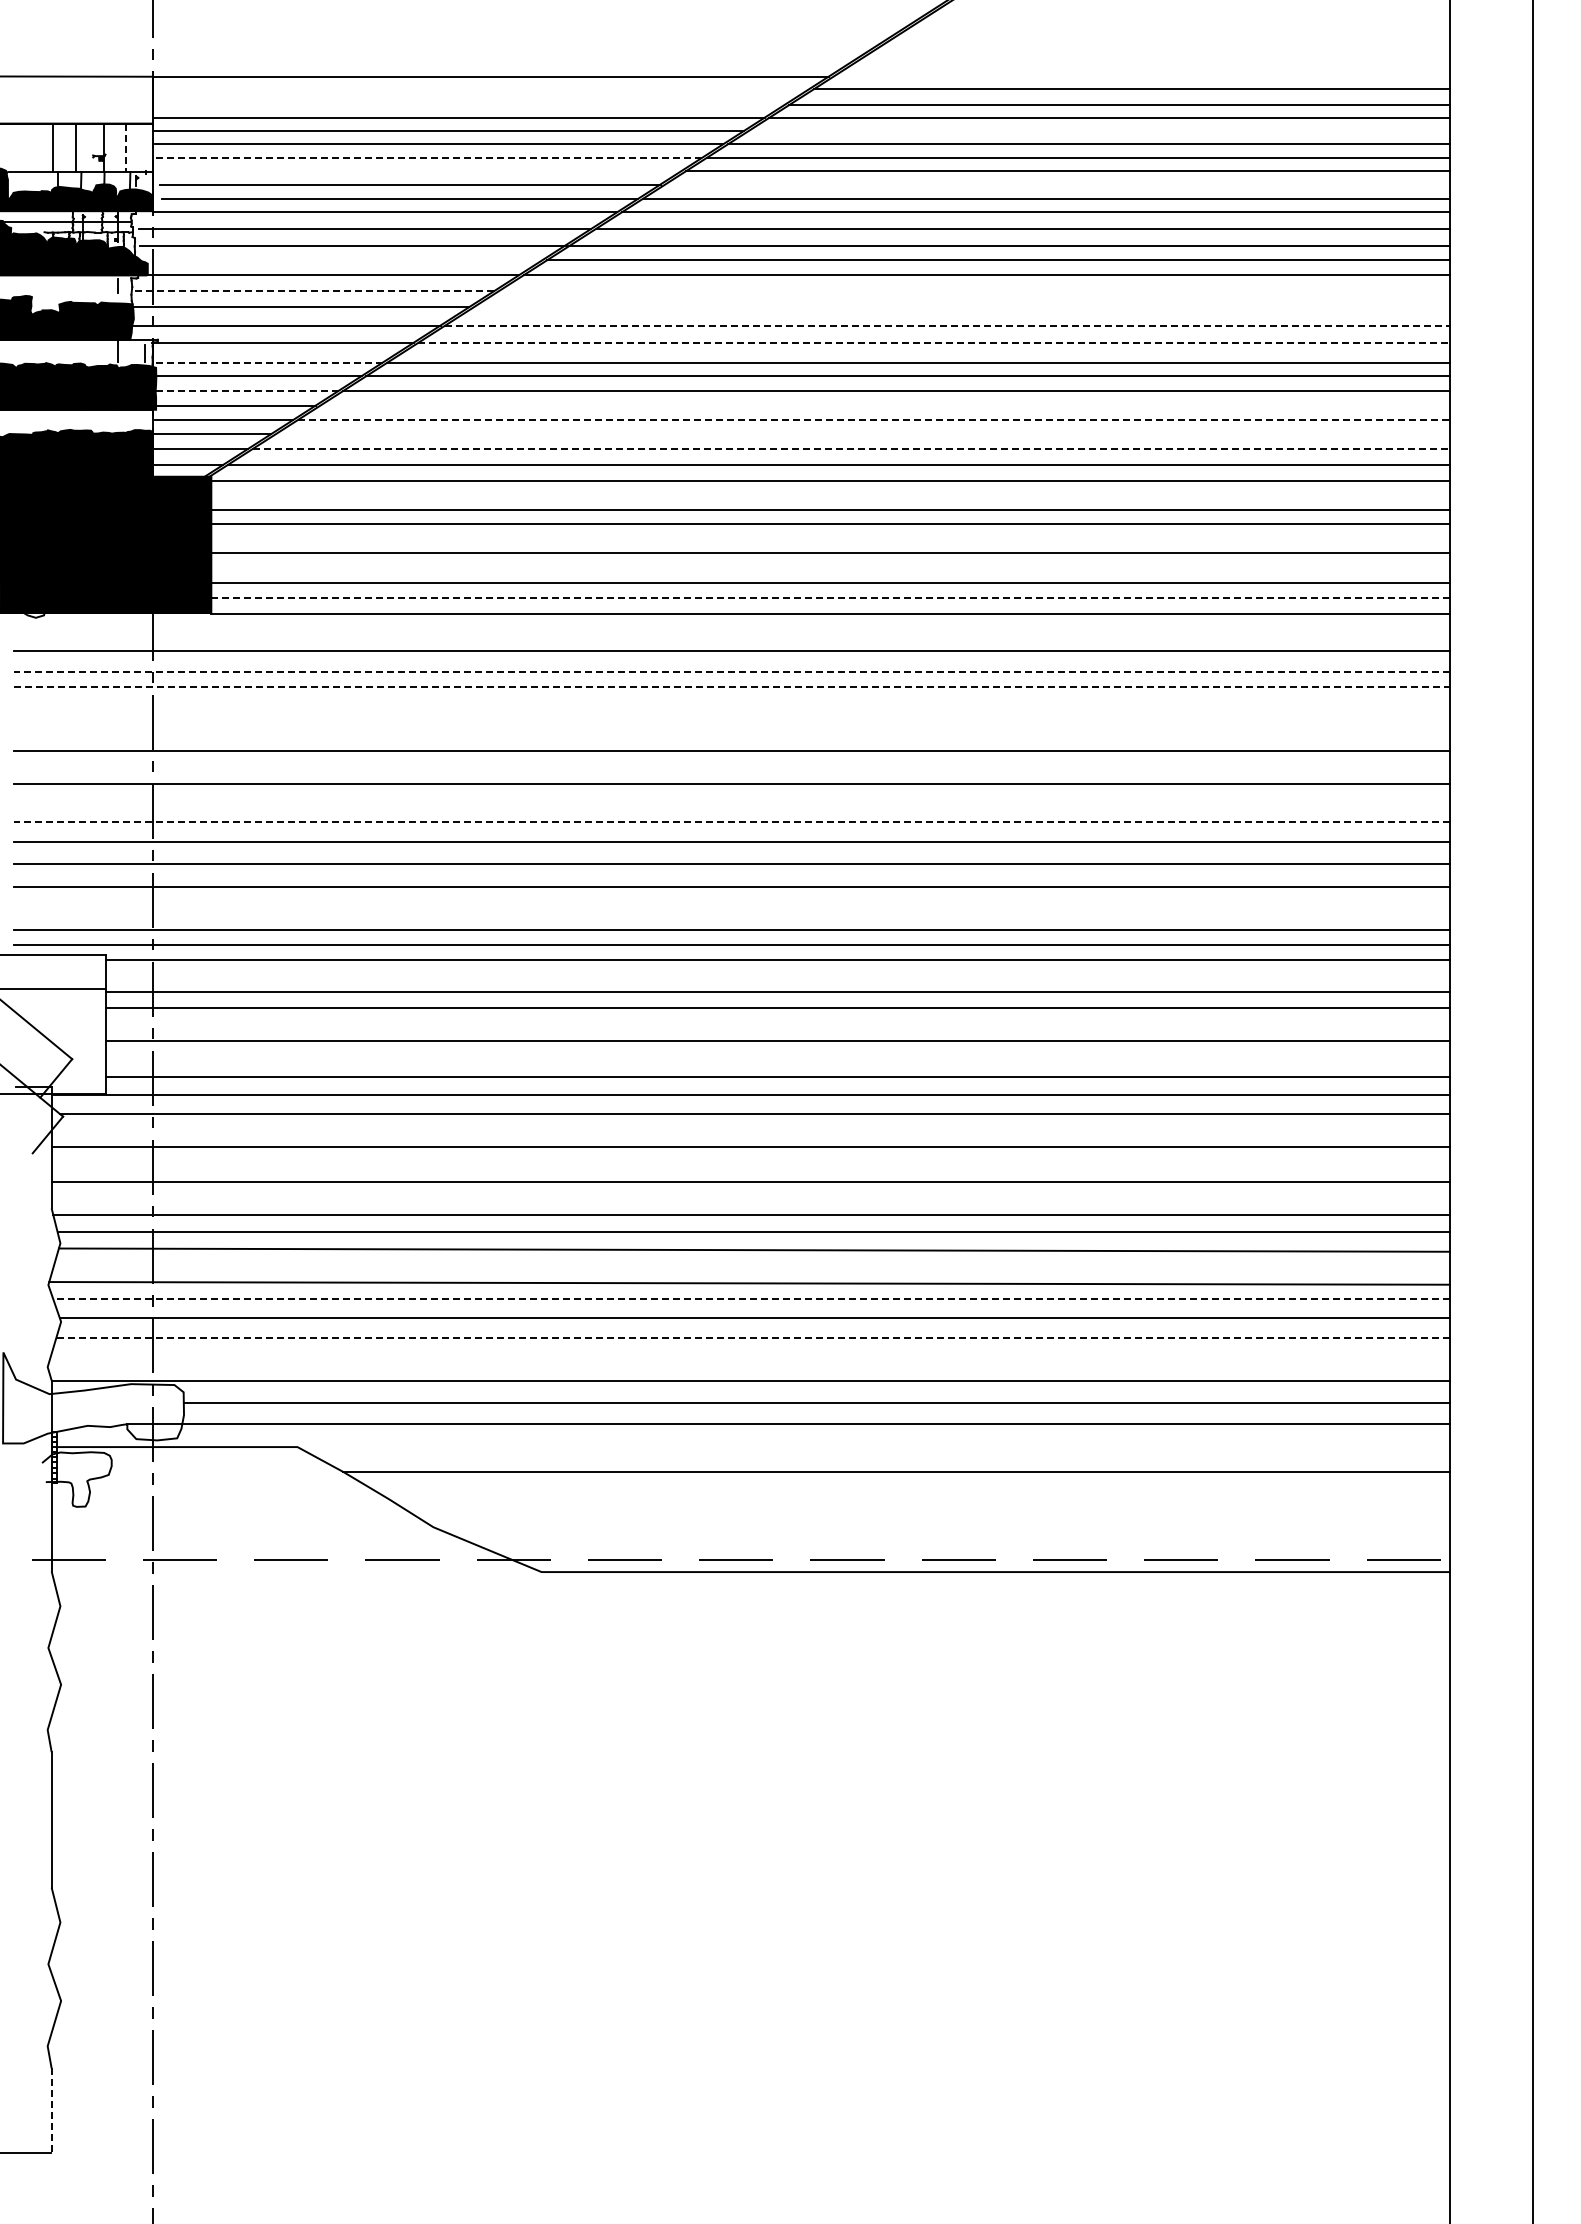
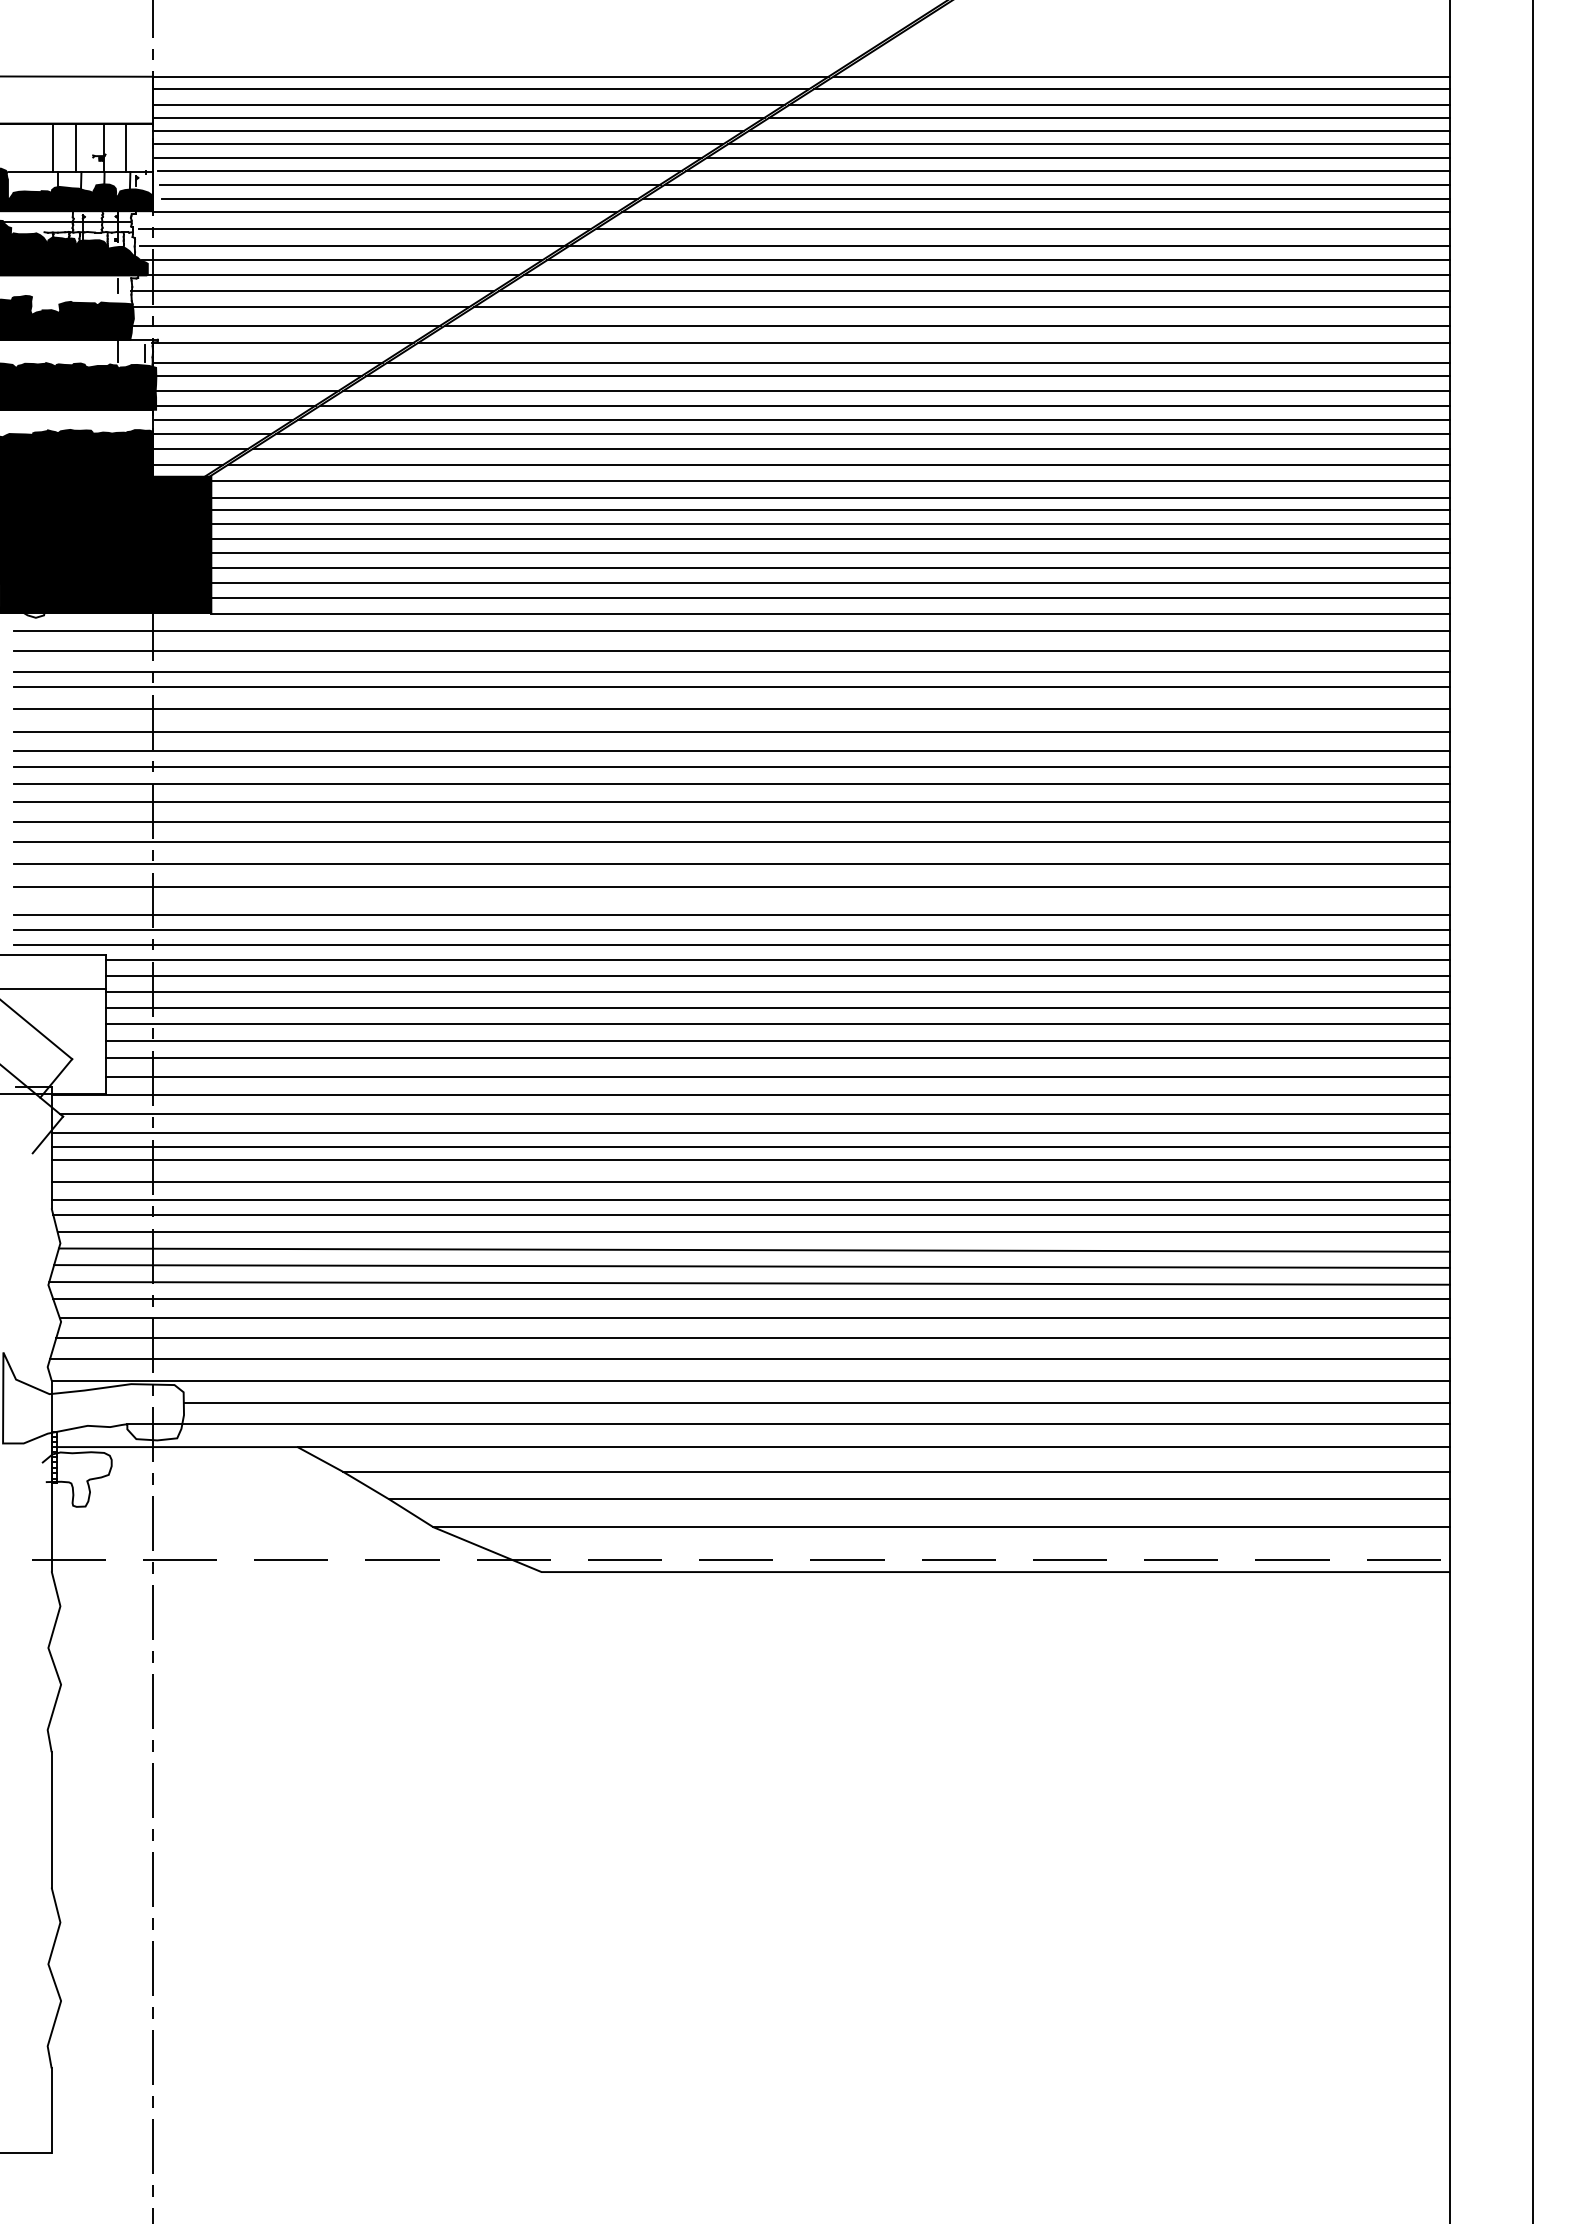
line at (1142, 76): none -> present
line at (480, 89): none -> present
line at (468, 105): none -> present
line at (1099, 131): none -> present
line at (125, 148): dashed -> solid
line at (428, 158): dashed -> solid
line at (419, 171): none -> present
line at (1057, 184): none -> present
line at (341, 260): none -> present
line at (312, 291): dashed -> solid
line at (974, 291): none -> present
line at (962, 307): none -> present
line at (948, 325): dashed -> solid
line at (934, 342): dashed -> solid
line at (267, 362): dashed -> solid
line at (246, 391): dashed -> solid
line at (885, 405): none -> present
line at (874, 420): dashed -> solid
line at (863, 434): none -> present
line at (851, 449): dashed -> solid
line at (830, 497): none -> present
line at (830, 538): none -> present
line at (830, 567): none -> present
line at (830, 597): dashed -> solid
line at (732, 631): none -> present
line at (731, 671): dashed -> solid
line at (732, 687): dashed -> solid
line at (731, 708): none -> present
line at (731, 731): none -> present
line at (731, 766): none -> present
line at (731, 802): none -> present
line at (731, 821): dashed -> solid
line at (731, 915): none -> present
line at (777, 975): none -> present
line at (777, 1024): none -> present
line at (777, 1058): none -> present
line at (750, 1133): none -> present
line at (750, 1160): none -> present
line at (750, 1199): none -> present
line at (752, 1266): none -> present
line at (751, 1298): dashed -> solid
line at (753, 1338): dashed -> solid
line at (750, 1359): none -> present
line at (873, 1447): none -> present
line at (919, 1499): none -> present
line at (941, 1527): none -> present
line at (51, 2111): dashed -> solid
